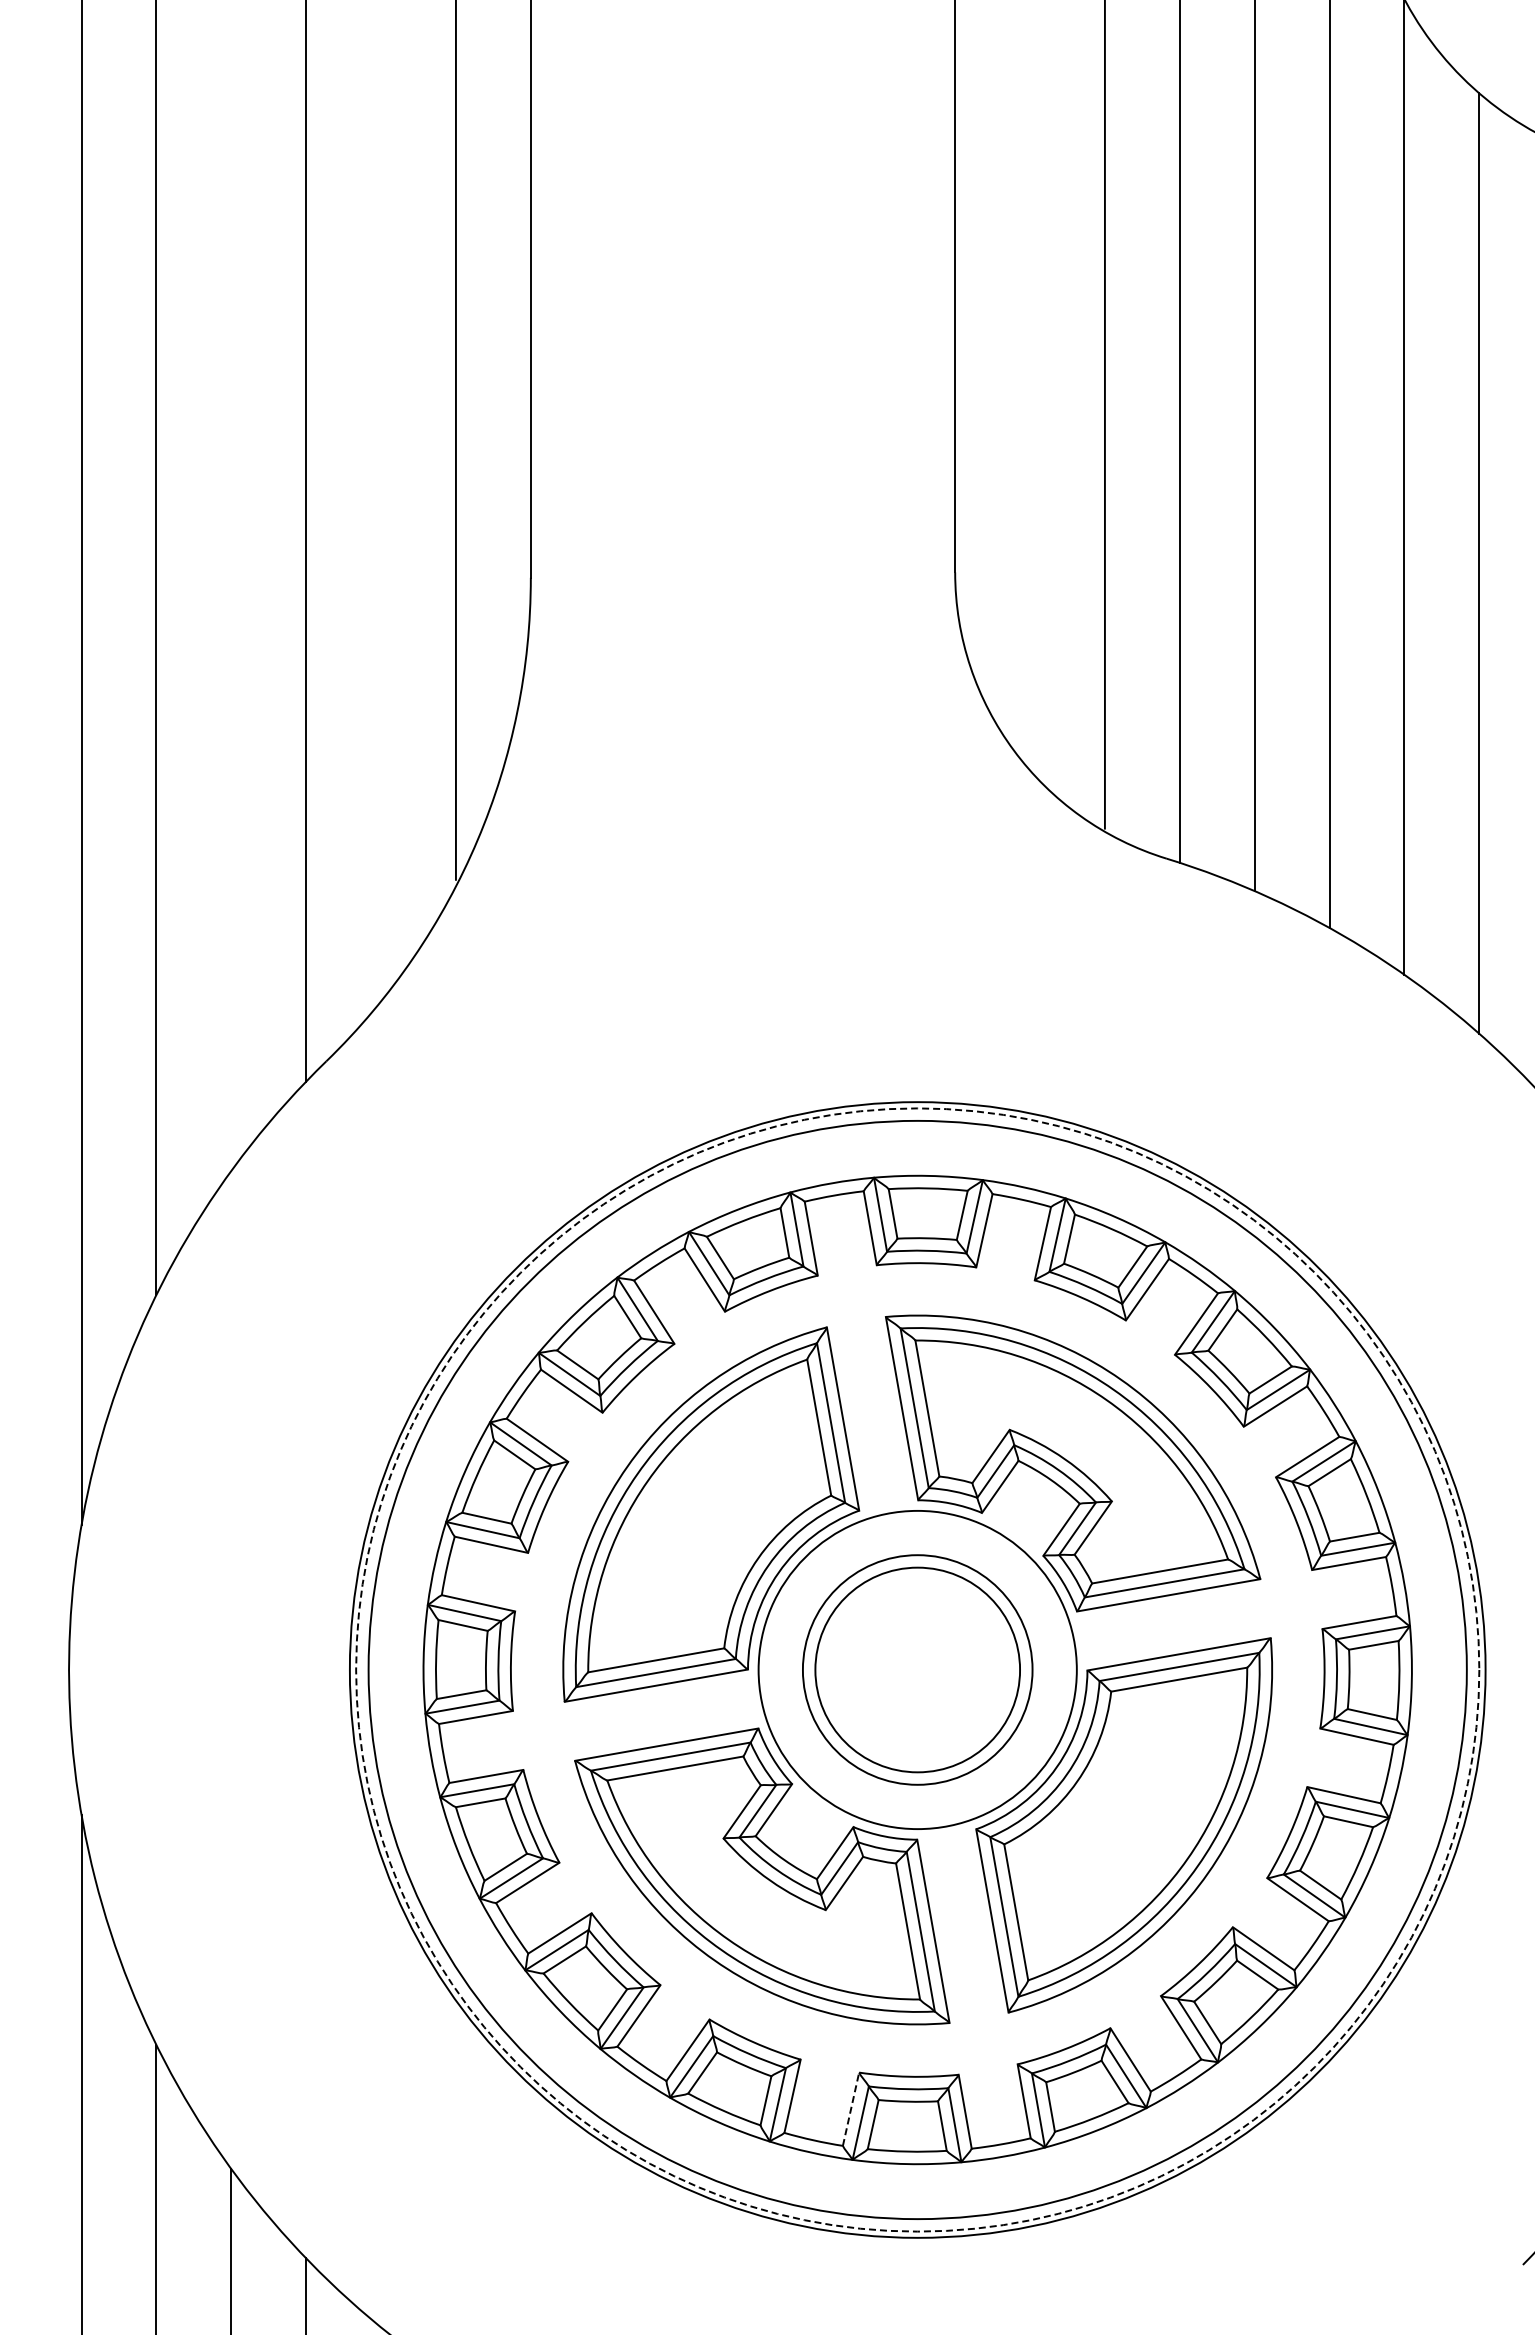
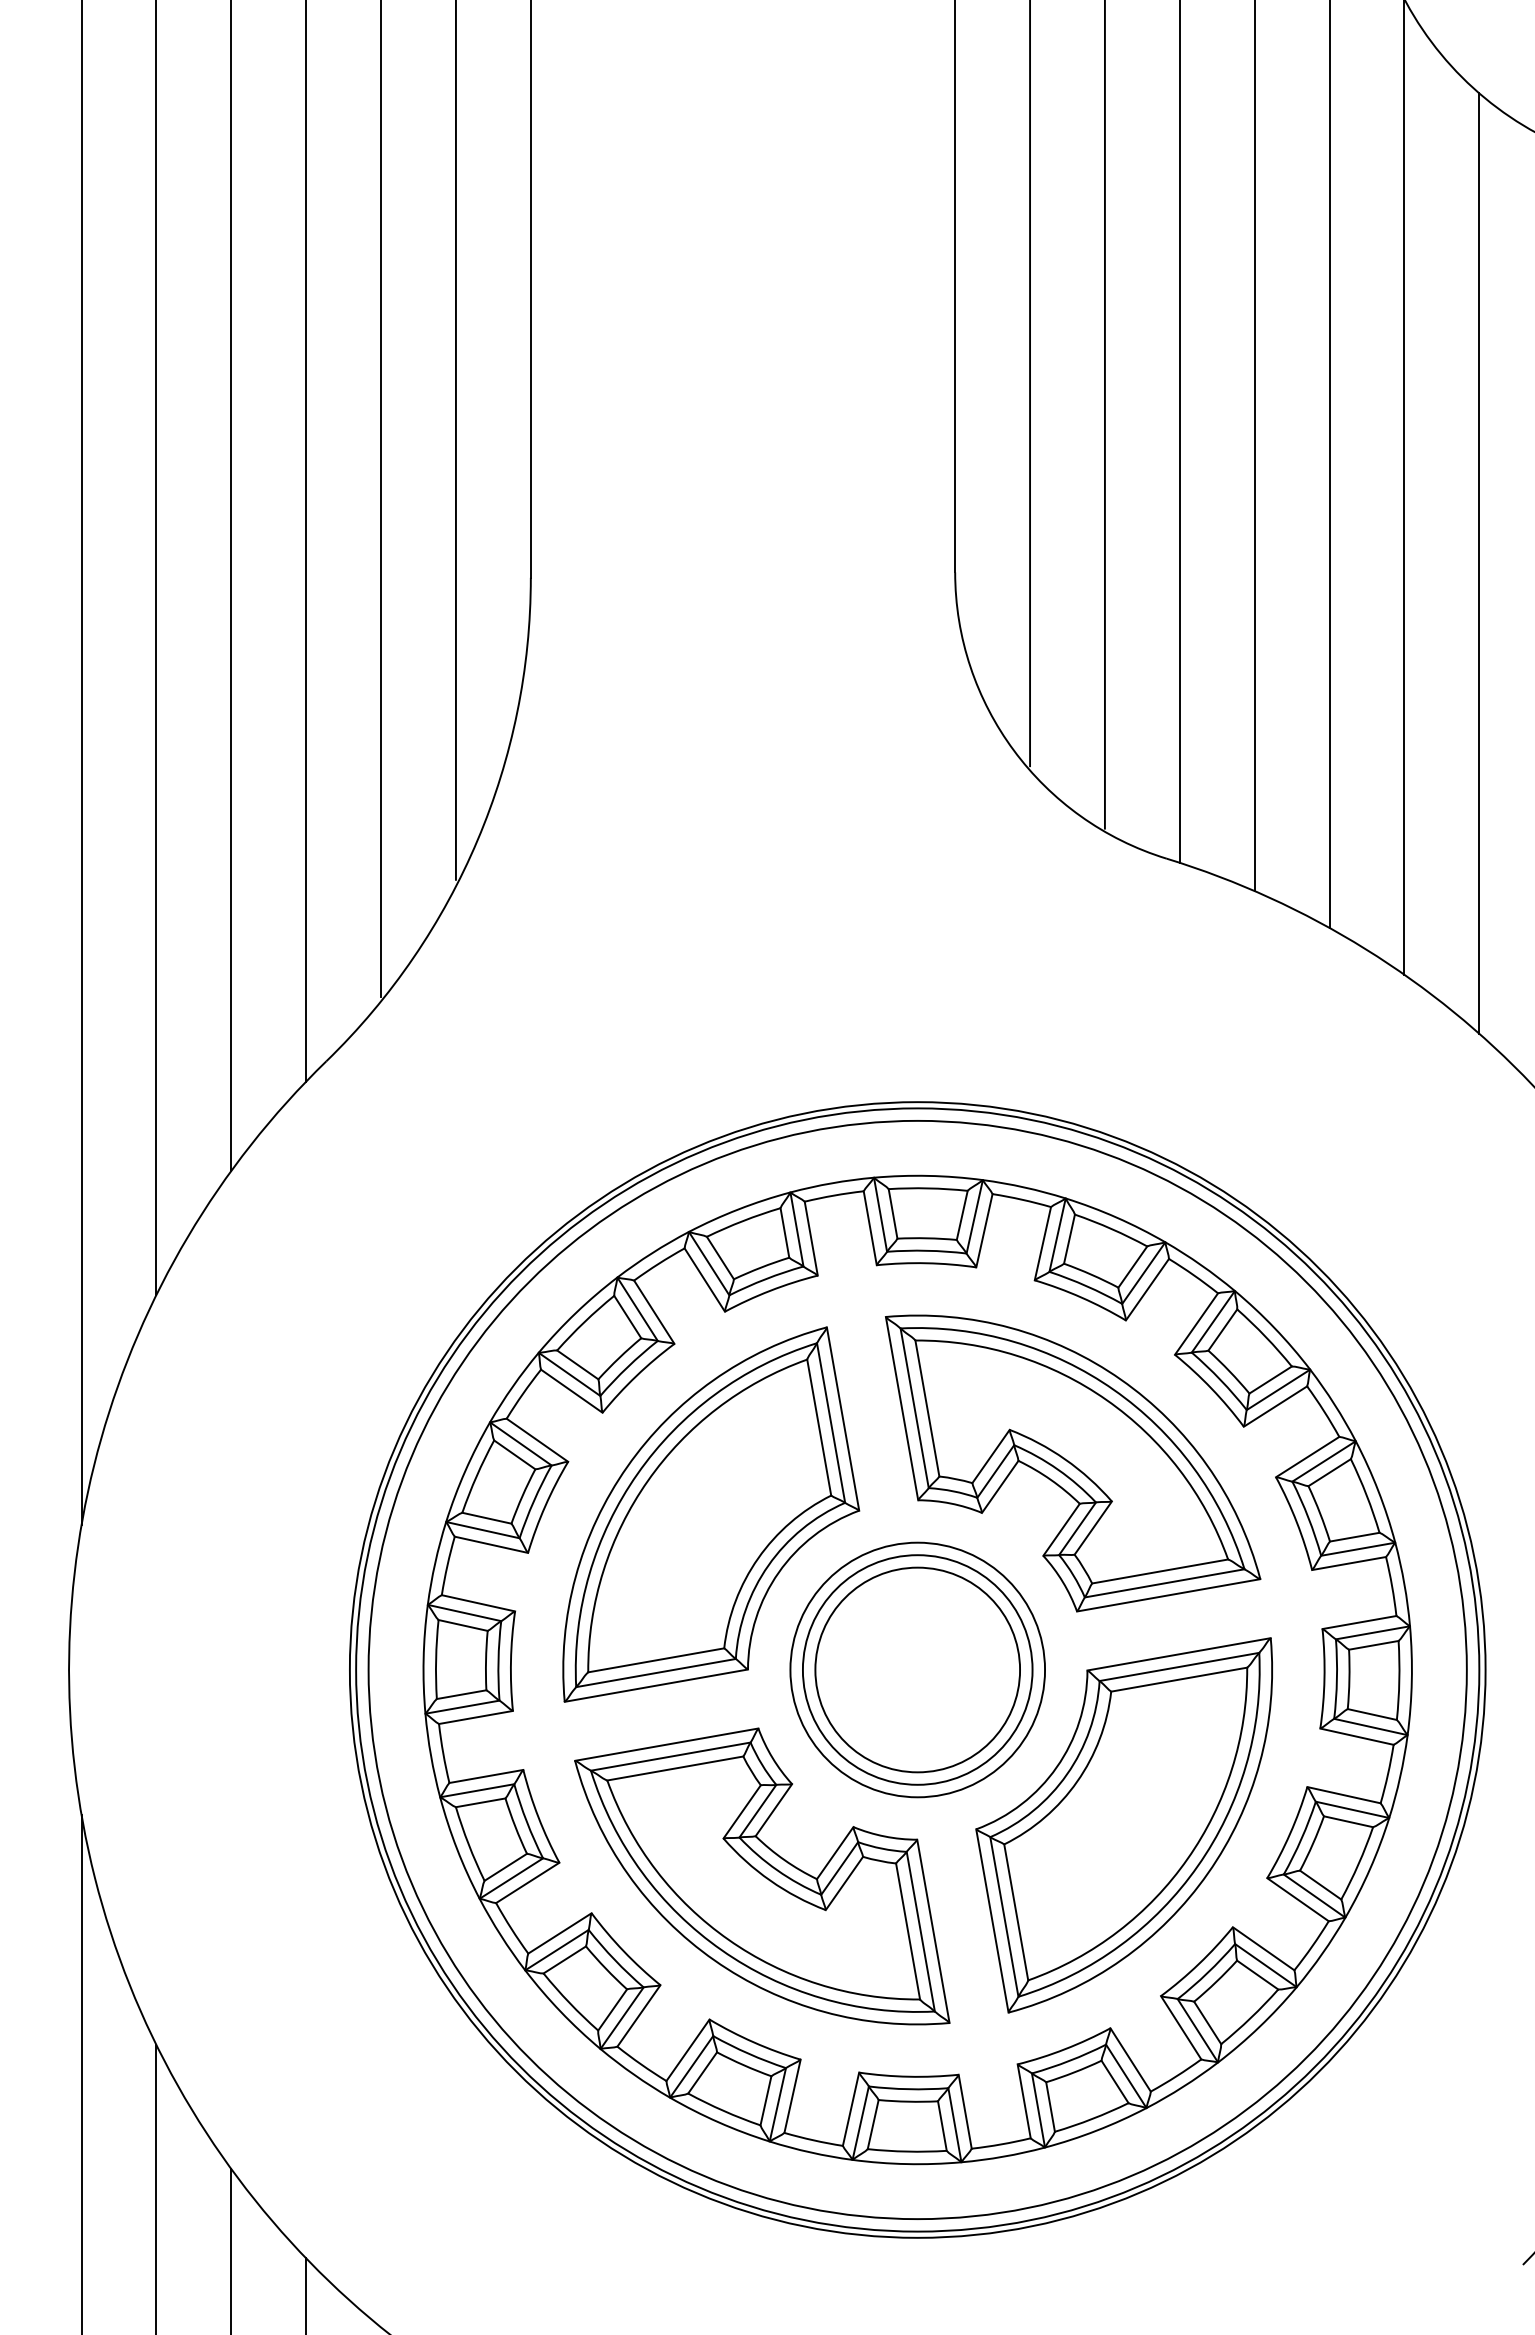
line at (1030, 384): none -> present
line at (381, 499): none -> present
line at (231, 586): none -> present
circle at (917, 1669) diameter: 318 px -> 255 px
circle at (917, 1669): dashed -> solid
line at (851, 2109): dashed -> solid
